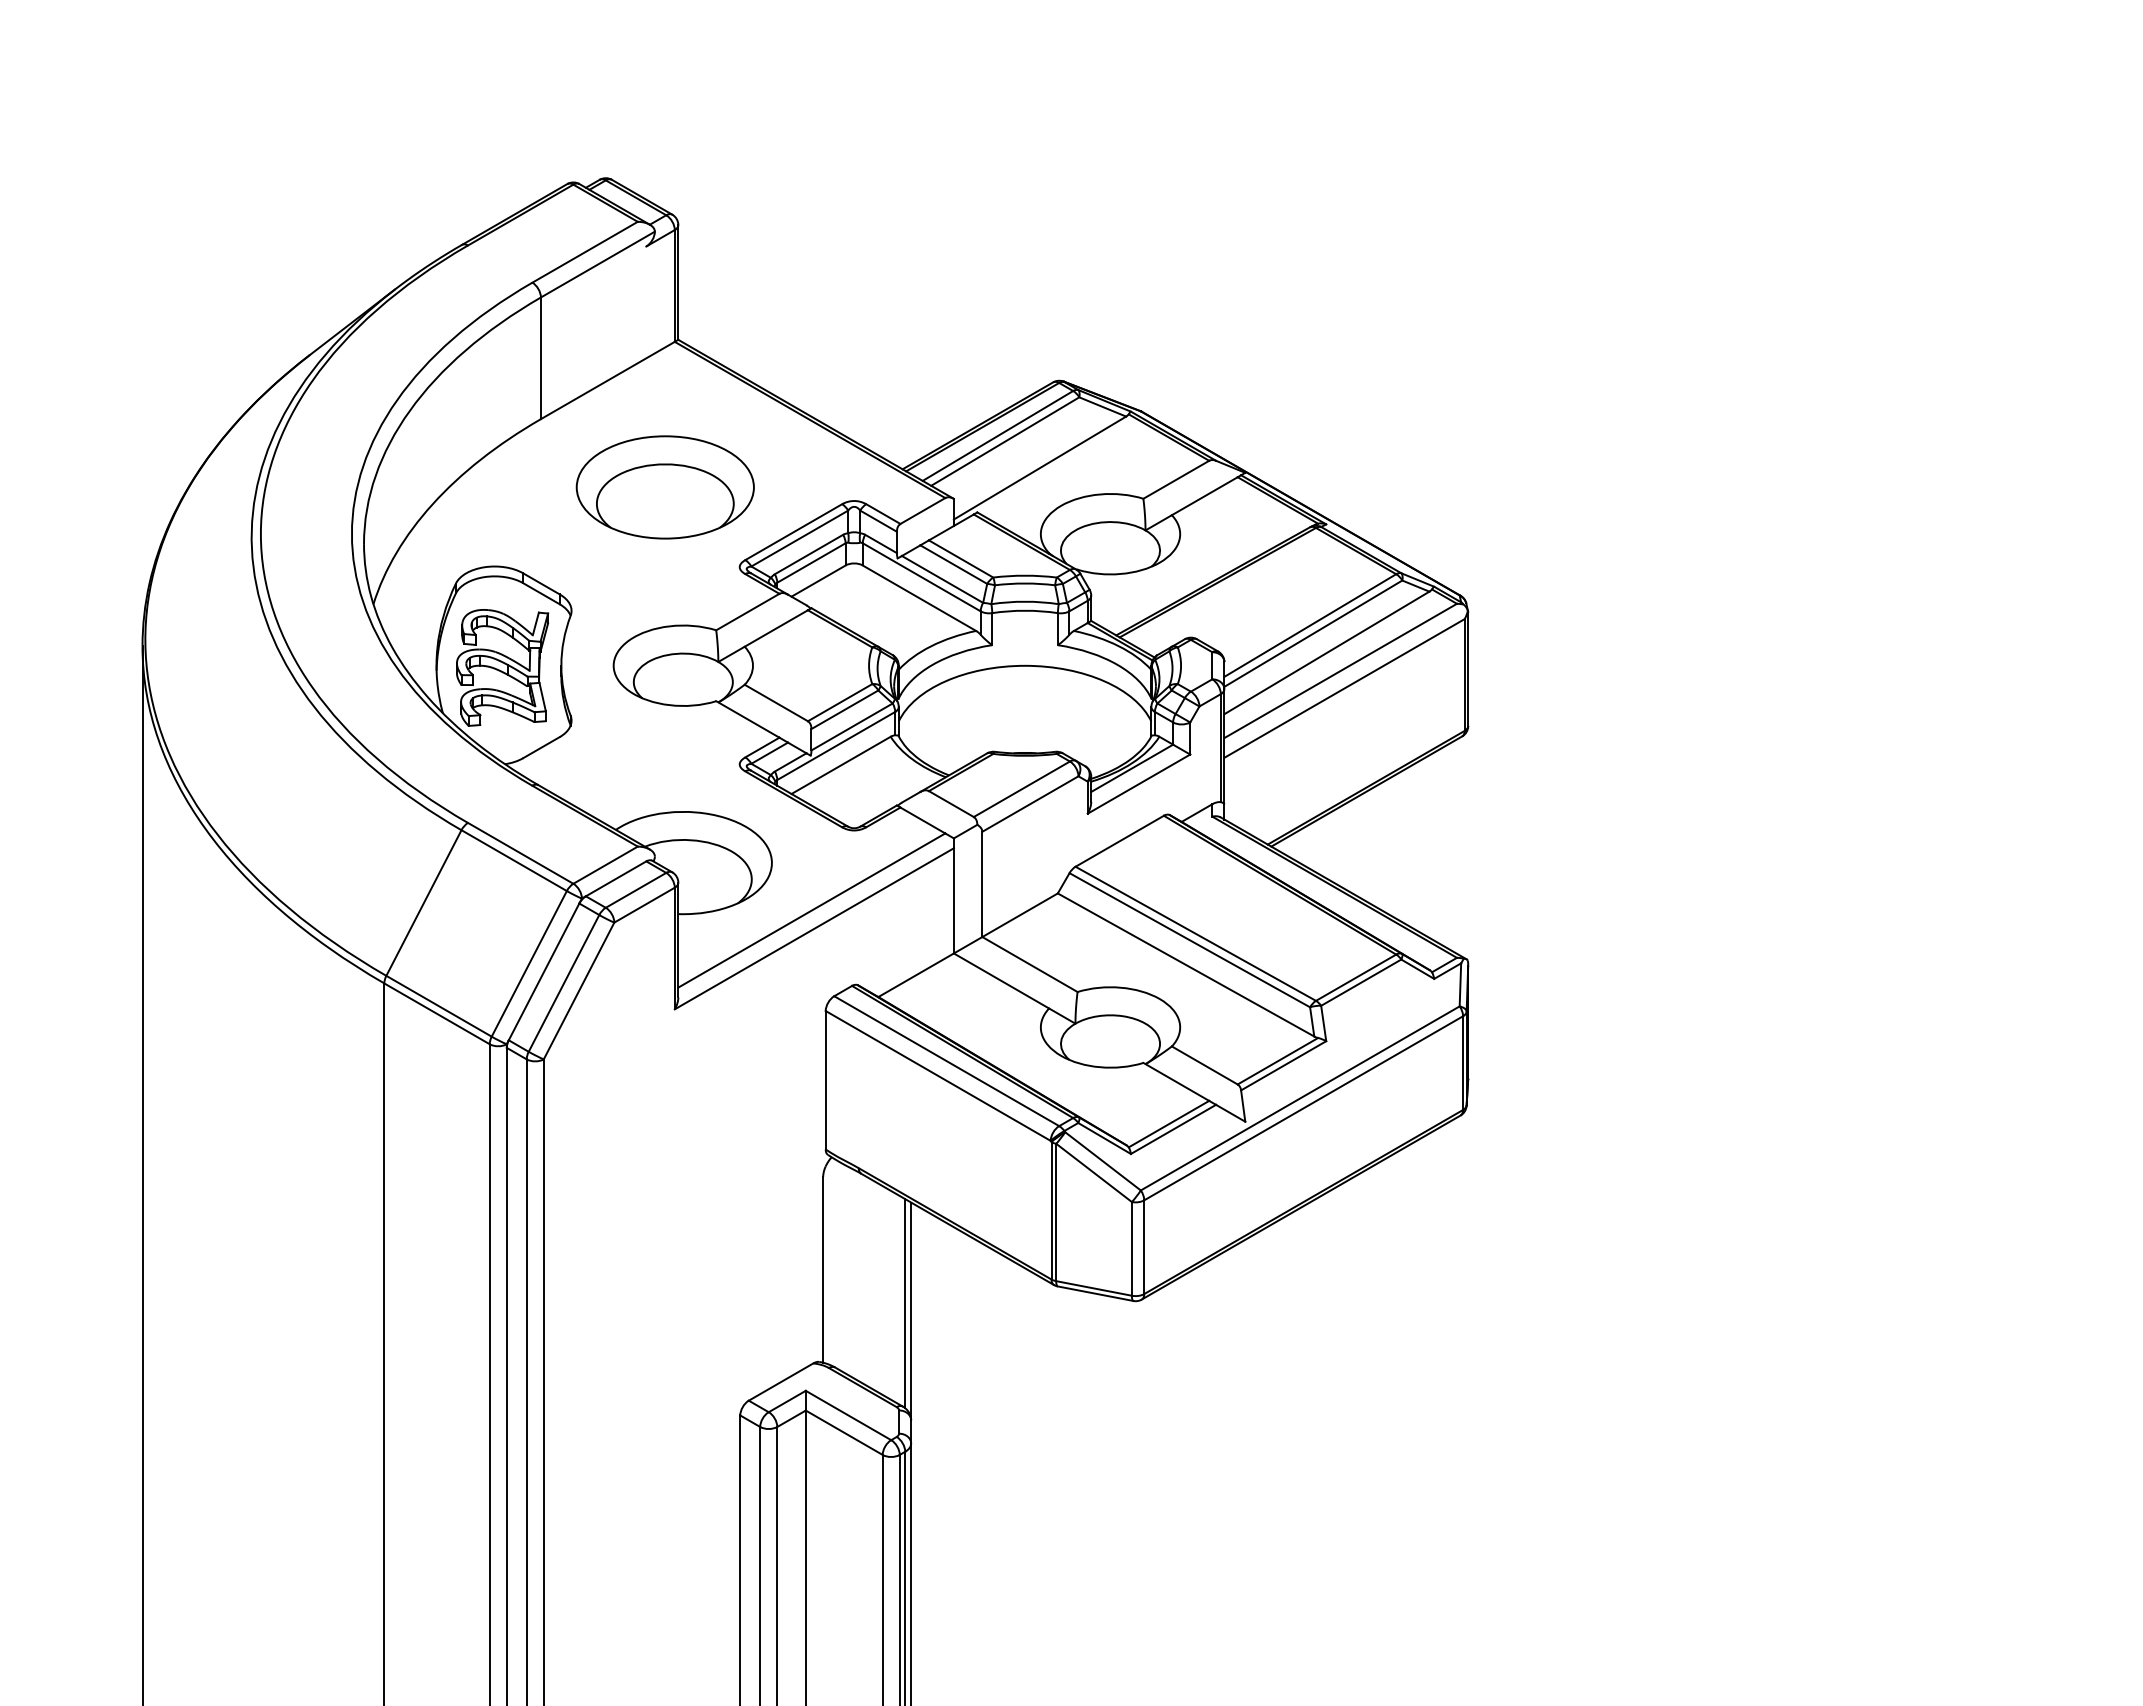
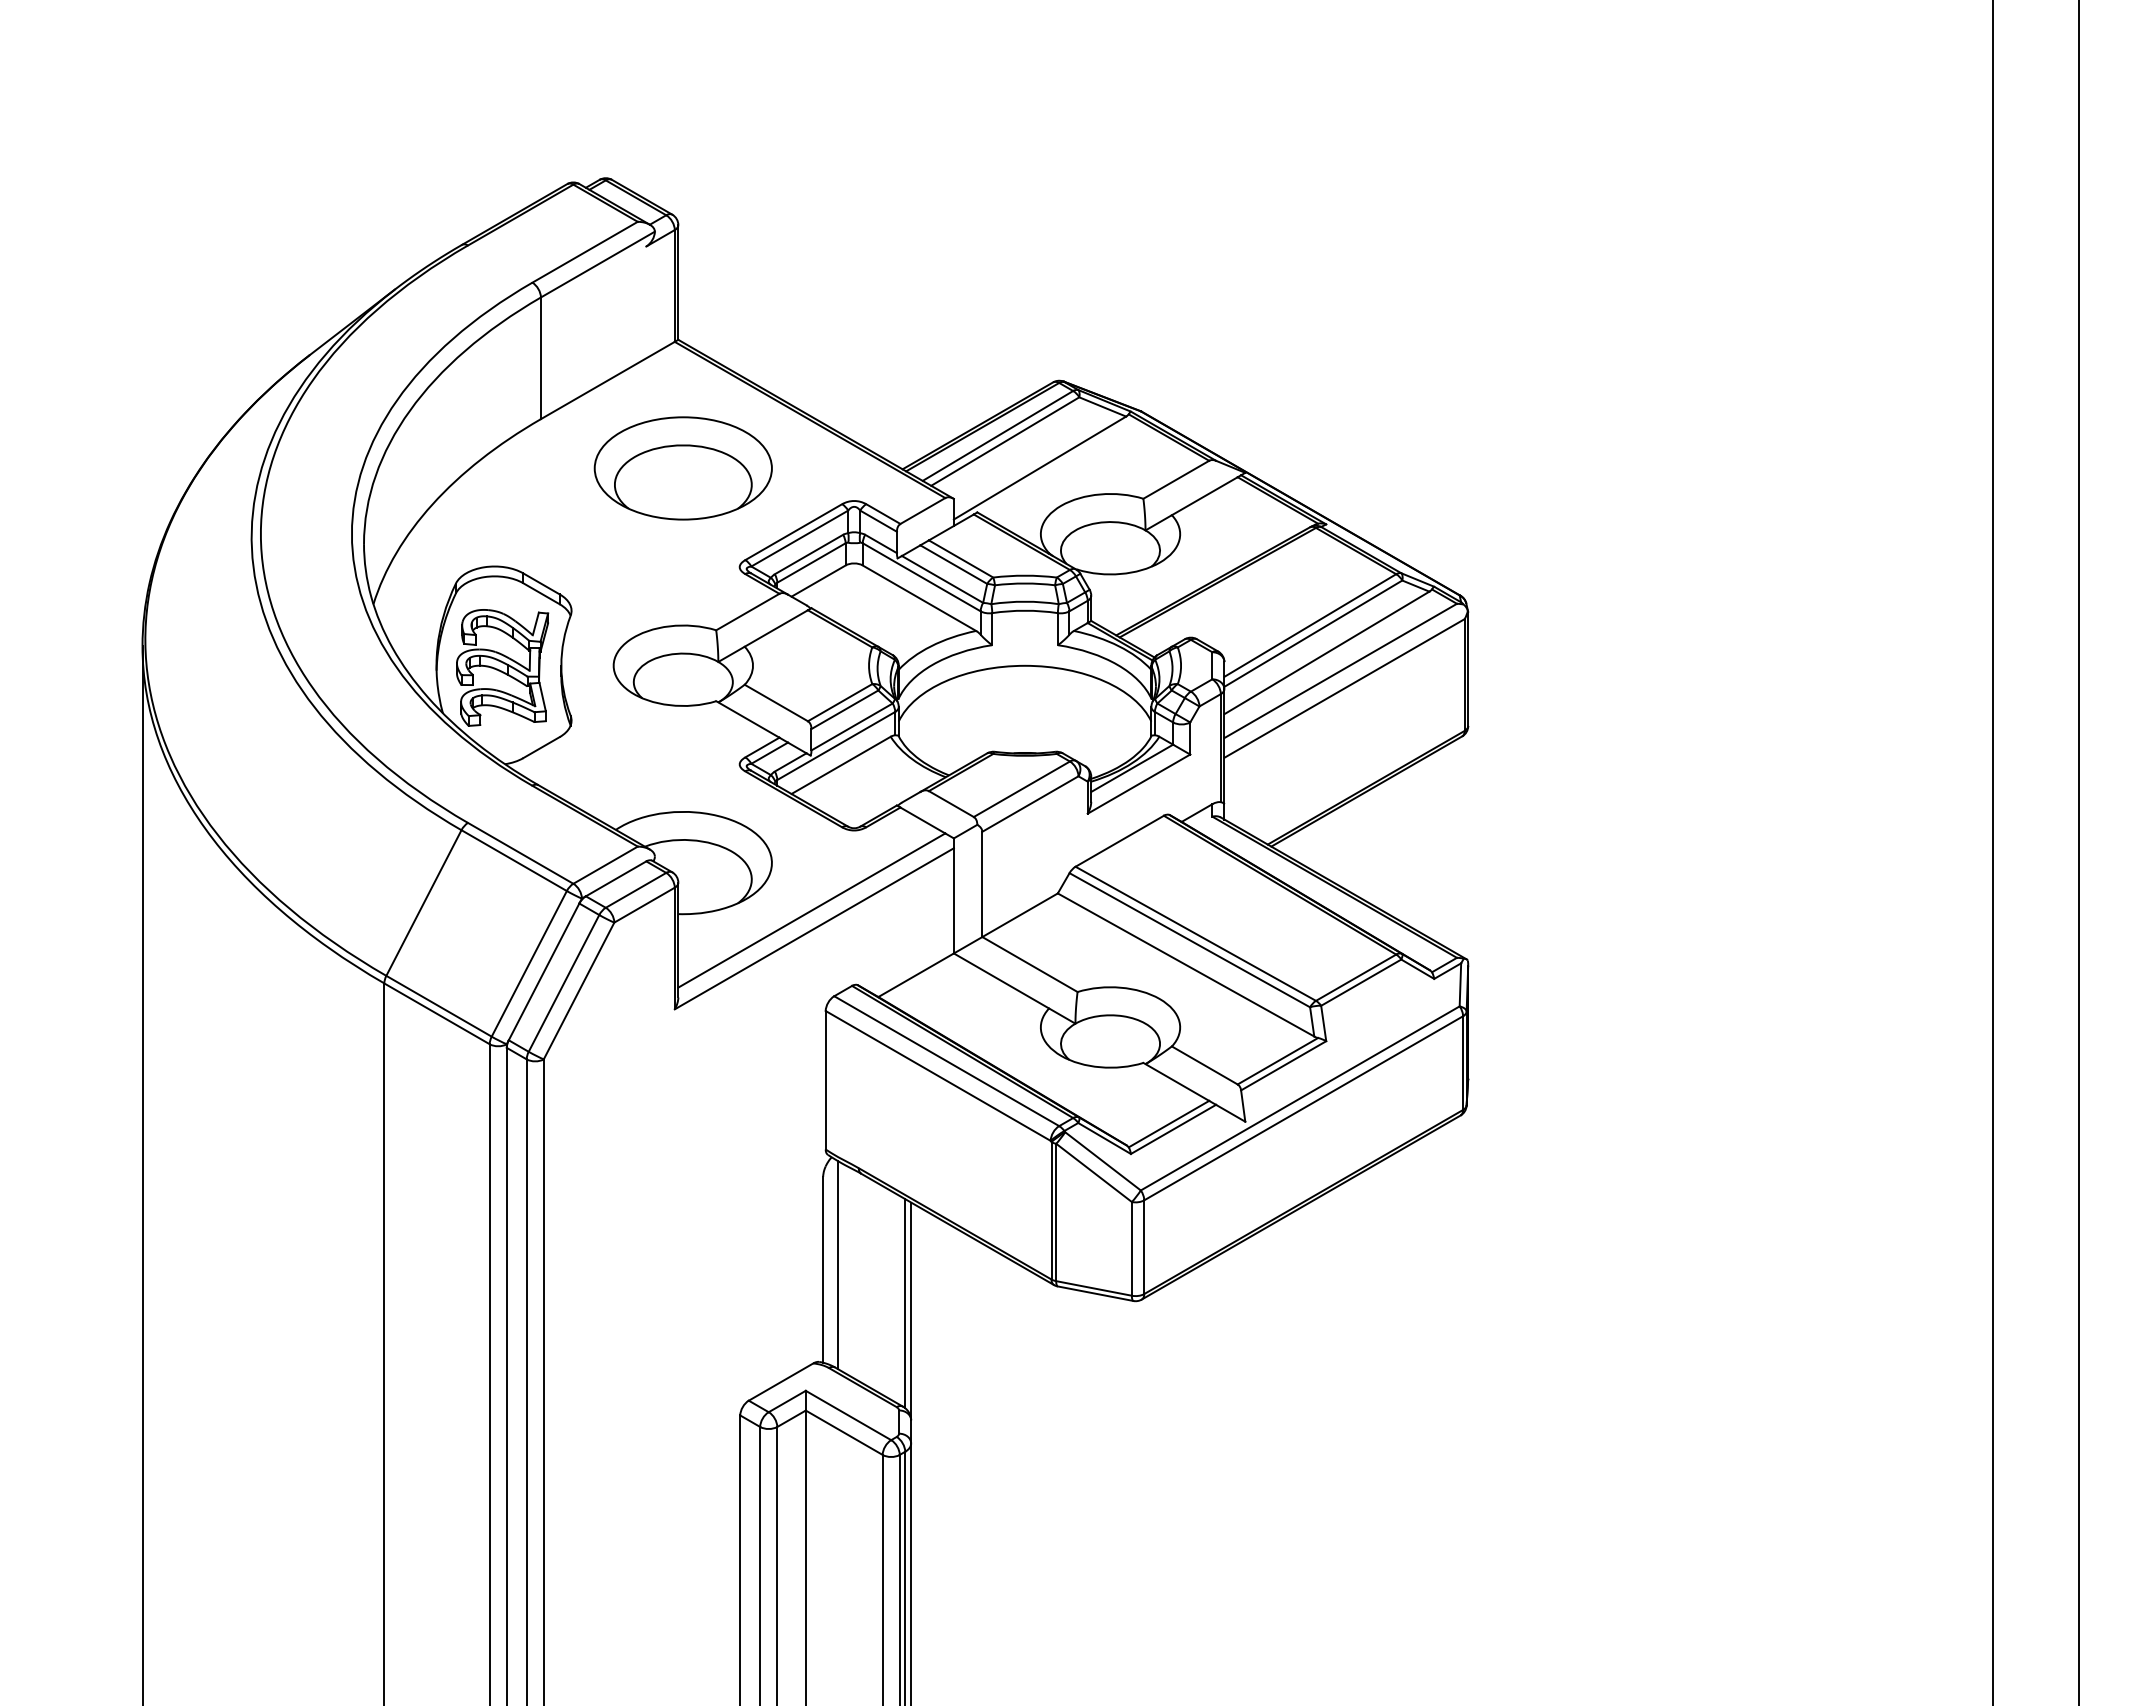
part at (664, 487) position: (664, 487) -> (682, 468)
line at (1993, 852): none -> present
line at (2078, 852): none -> present
line at (837, 1264): none -> present
